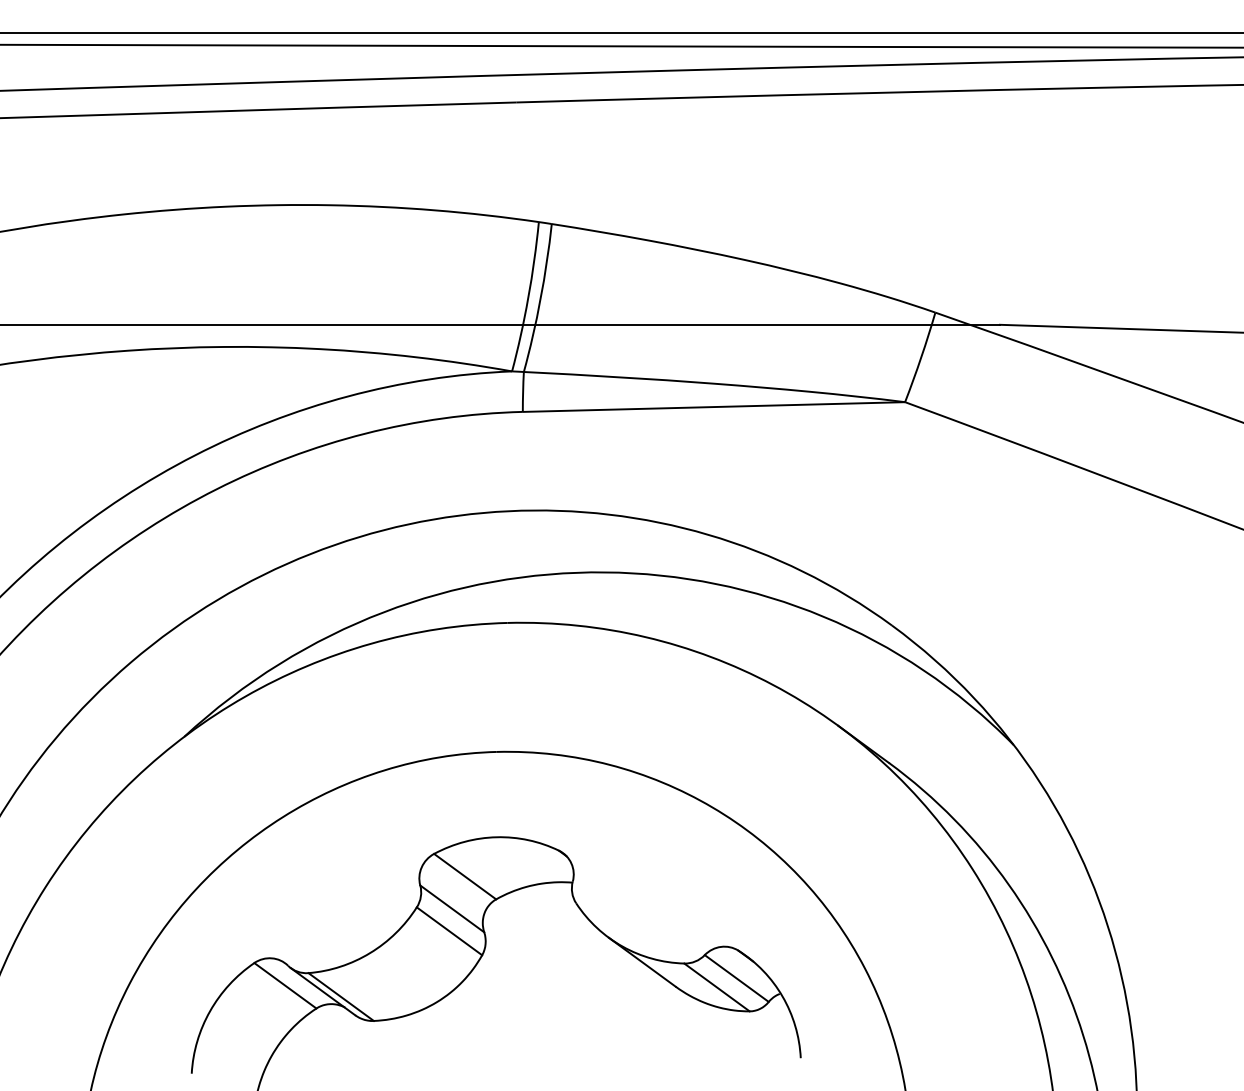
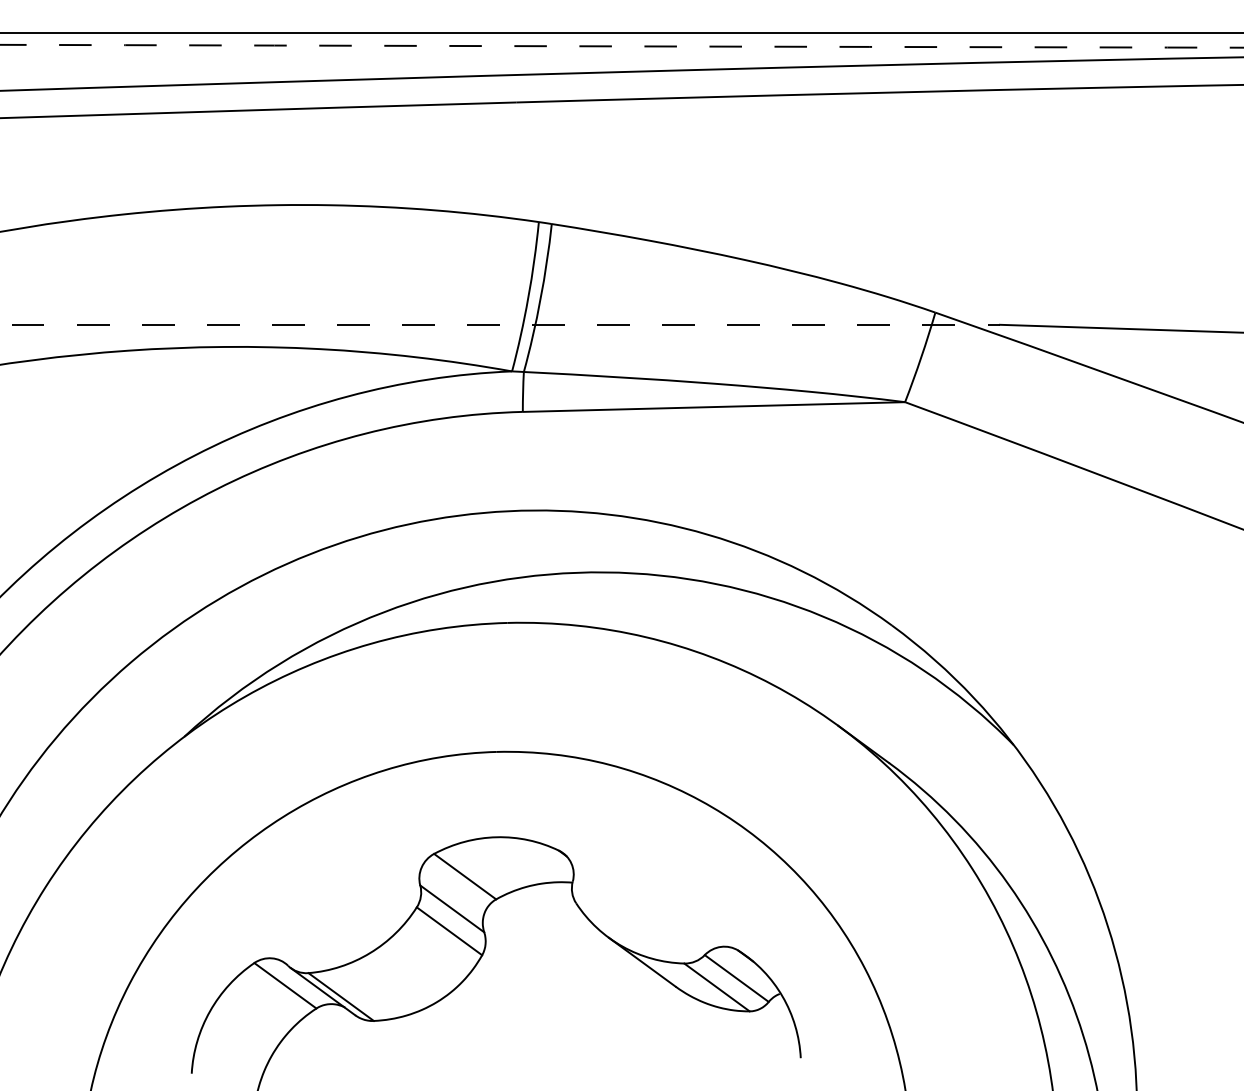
arc at (622, 46): solid -> dashed
line at (500, 324): solid -> dashed
